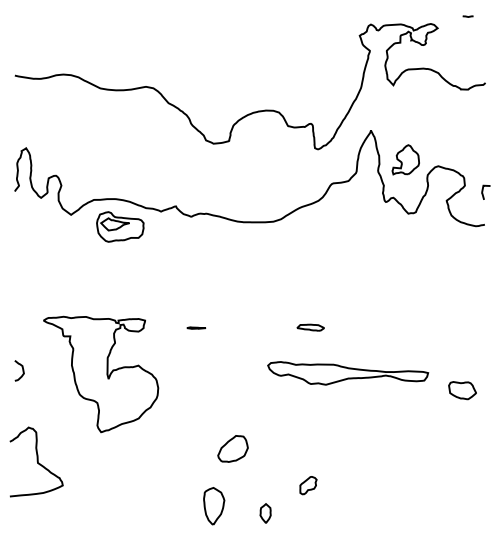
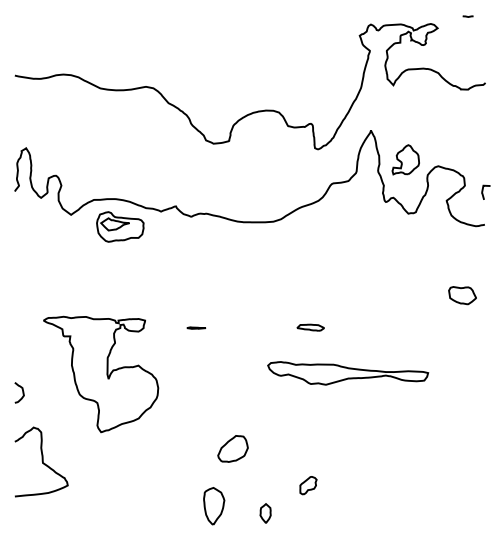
curve at (22, 370) position: (22, 370) -> (22, 392)
part at (462, 390) position: (462, 390) -> (462, 295)
curve at (36, 461) position: (36, 461) -> (41, 461)
